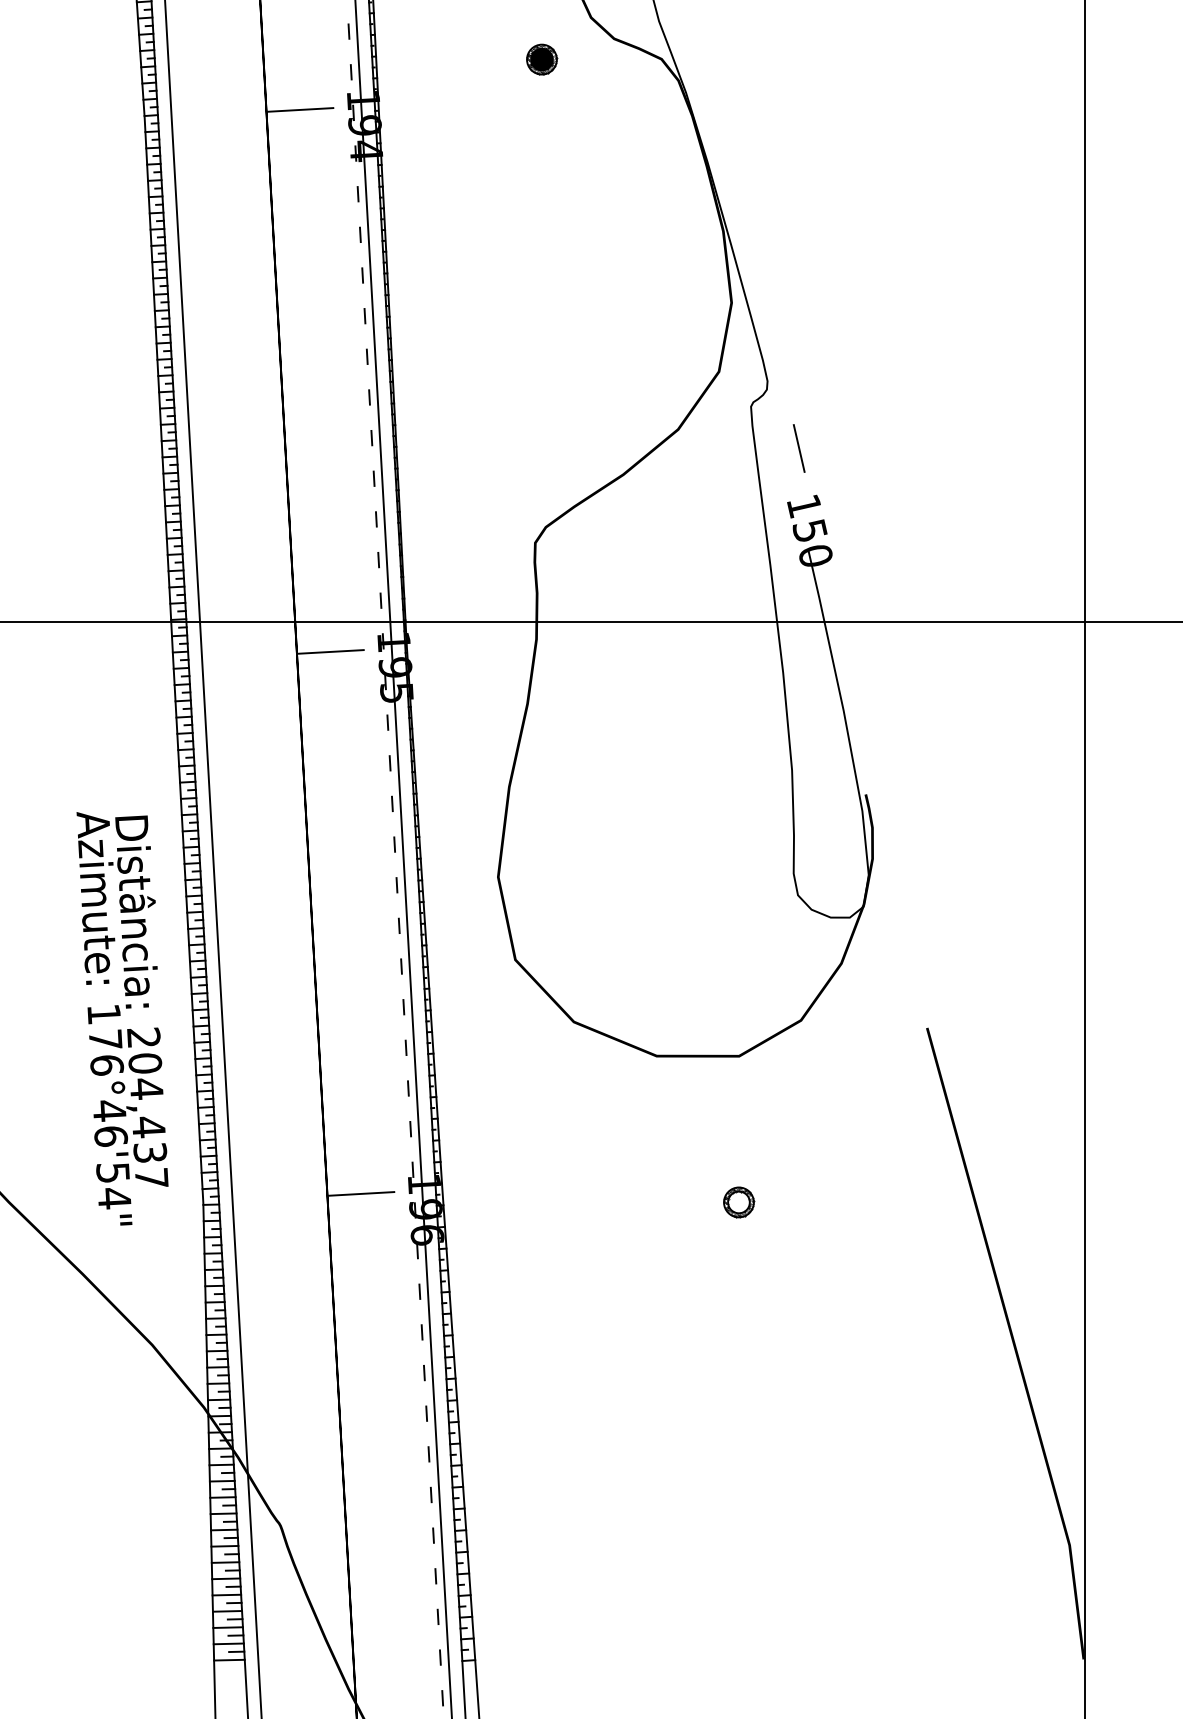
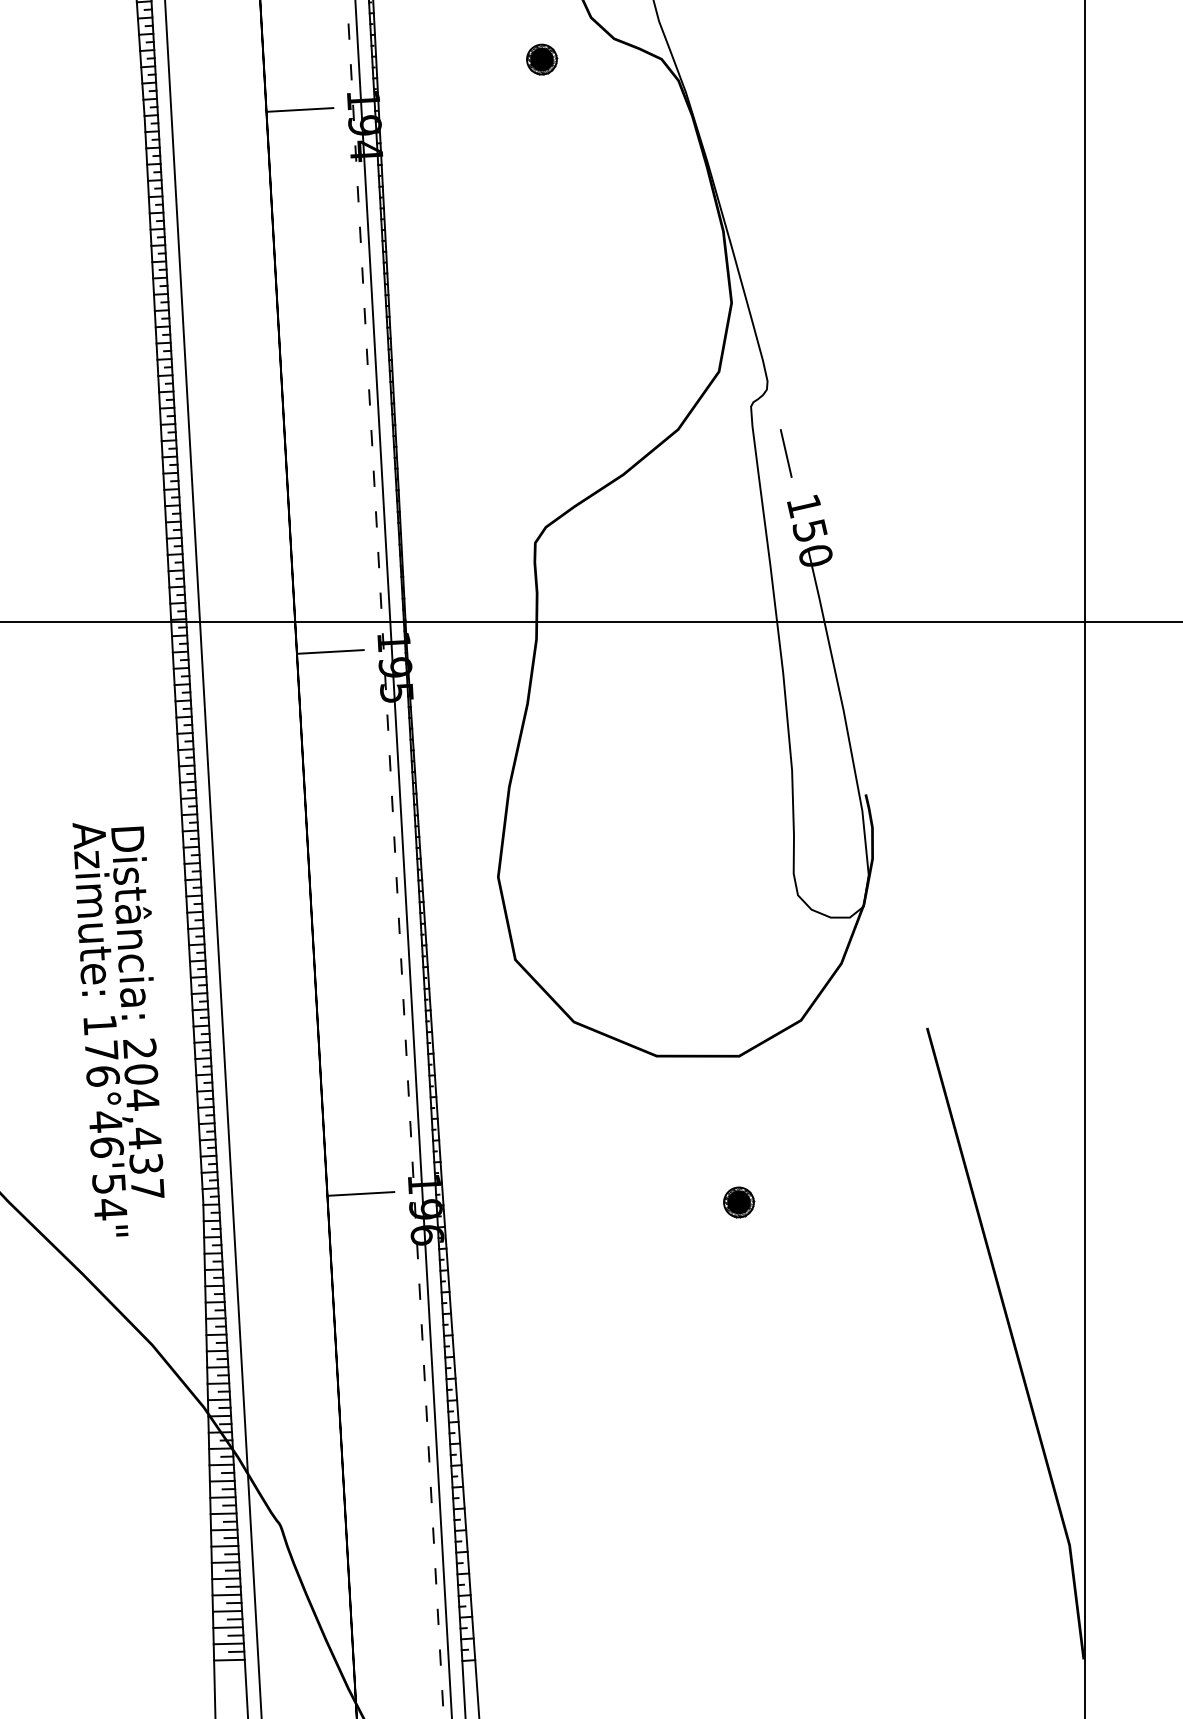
line at (798, 448) position: (798, 448) -> (785, 453)
text at (122, 1018) position: (122, 1018) -> (118, 1029)
fill at (738, 1202): none -> present
